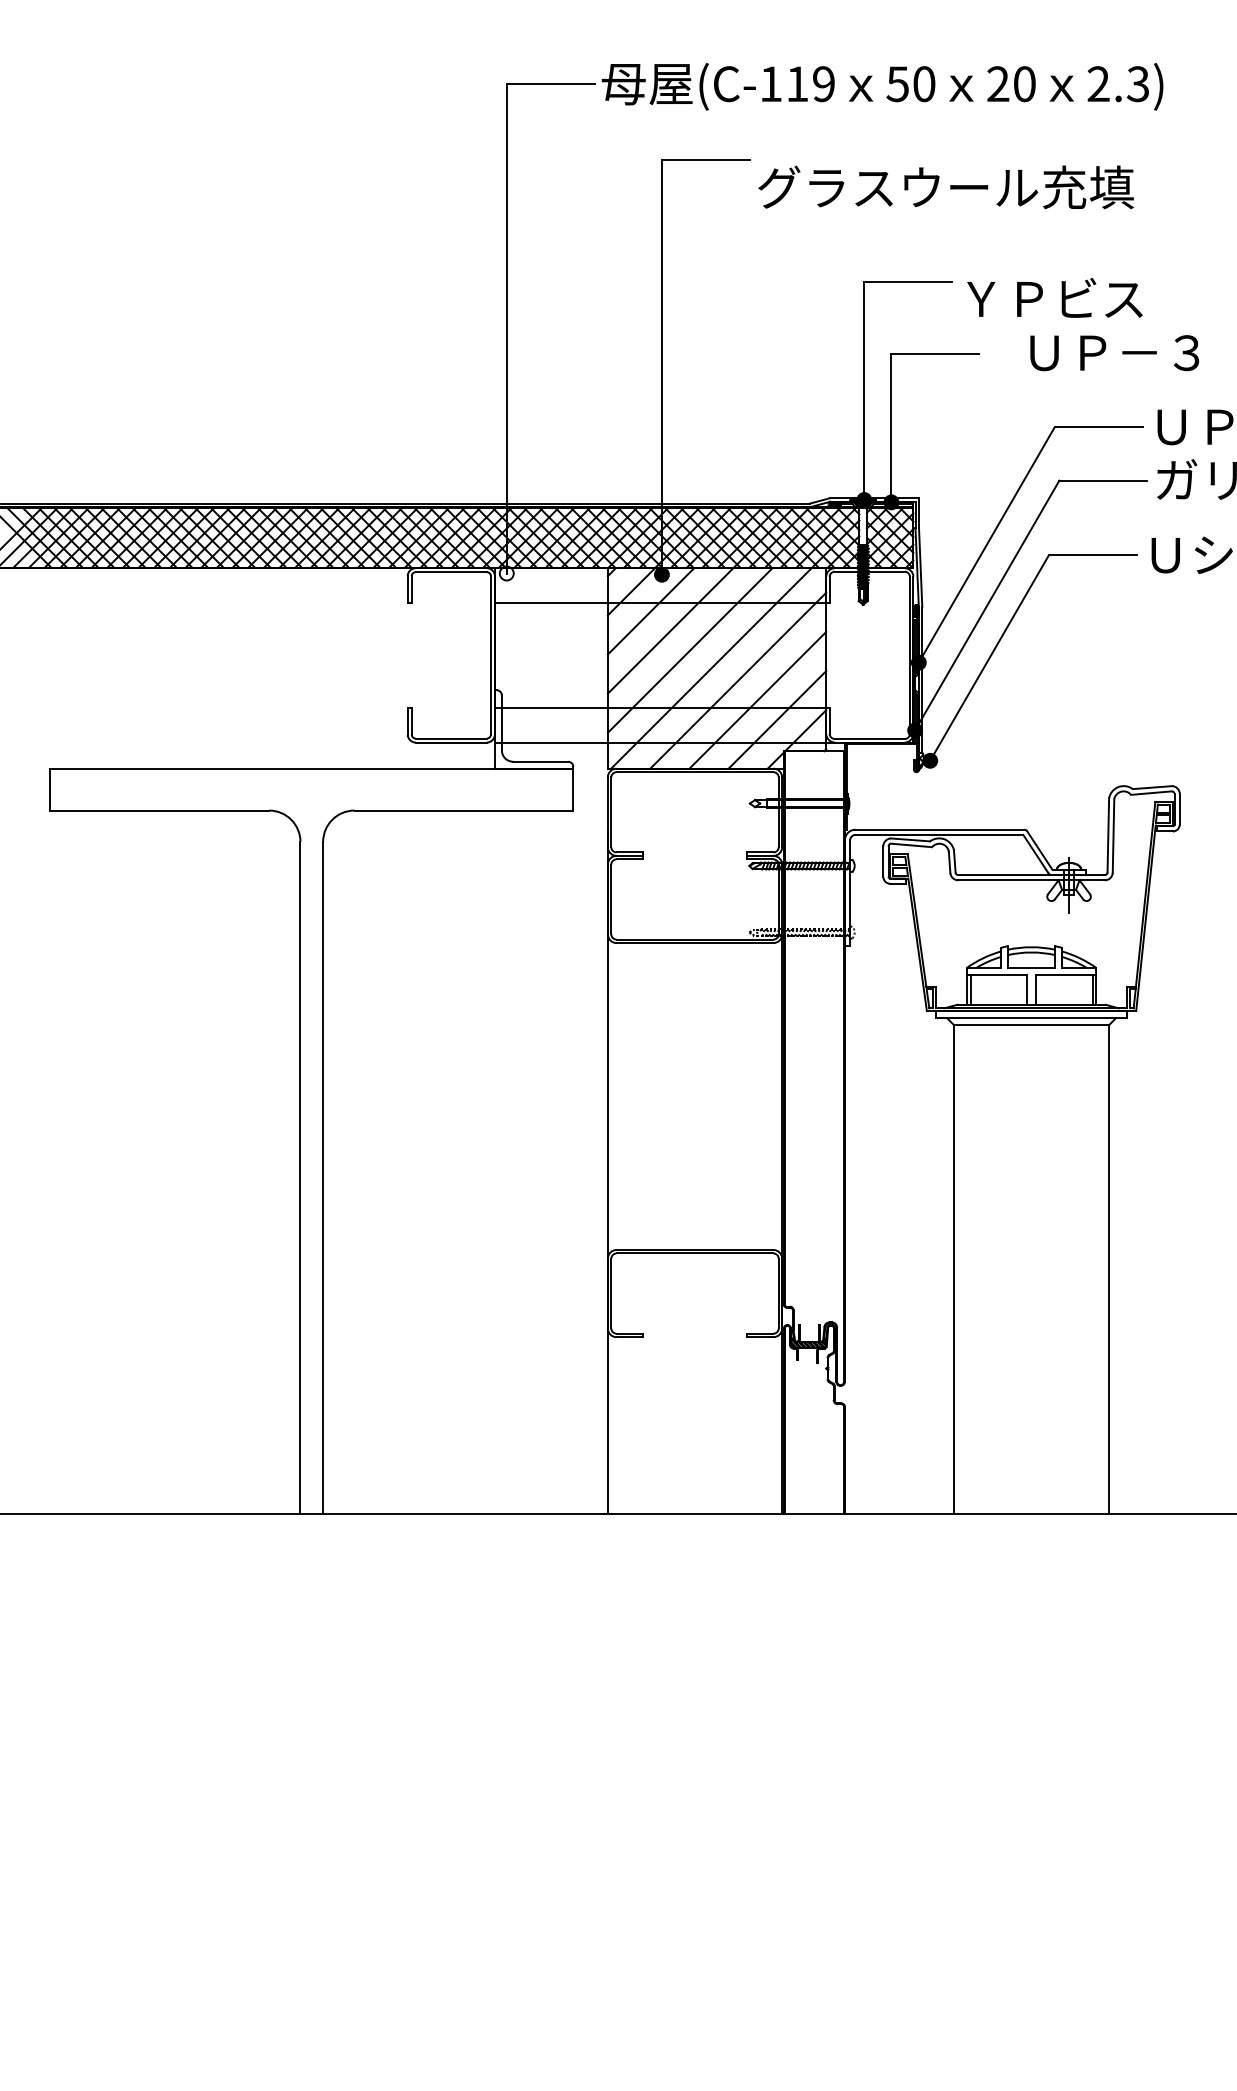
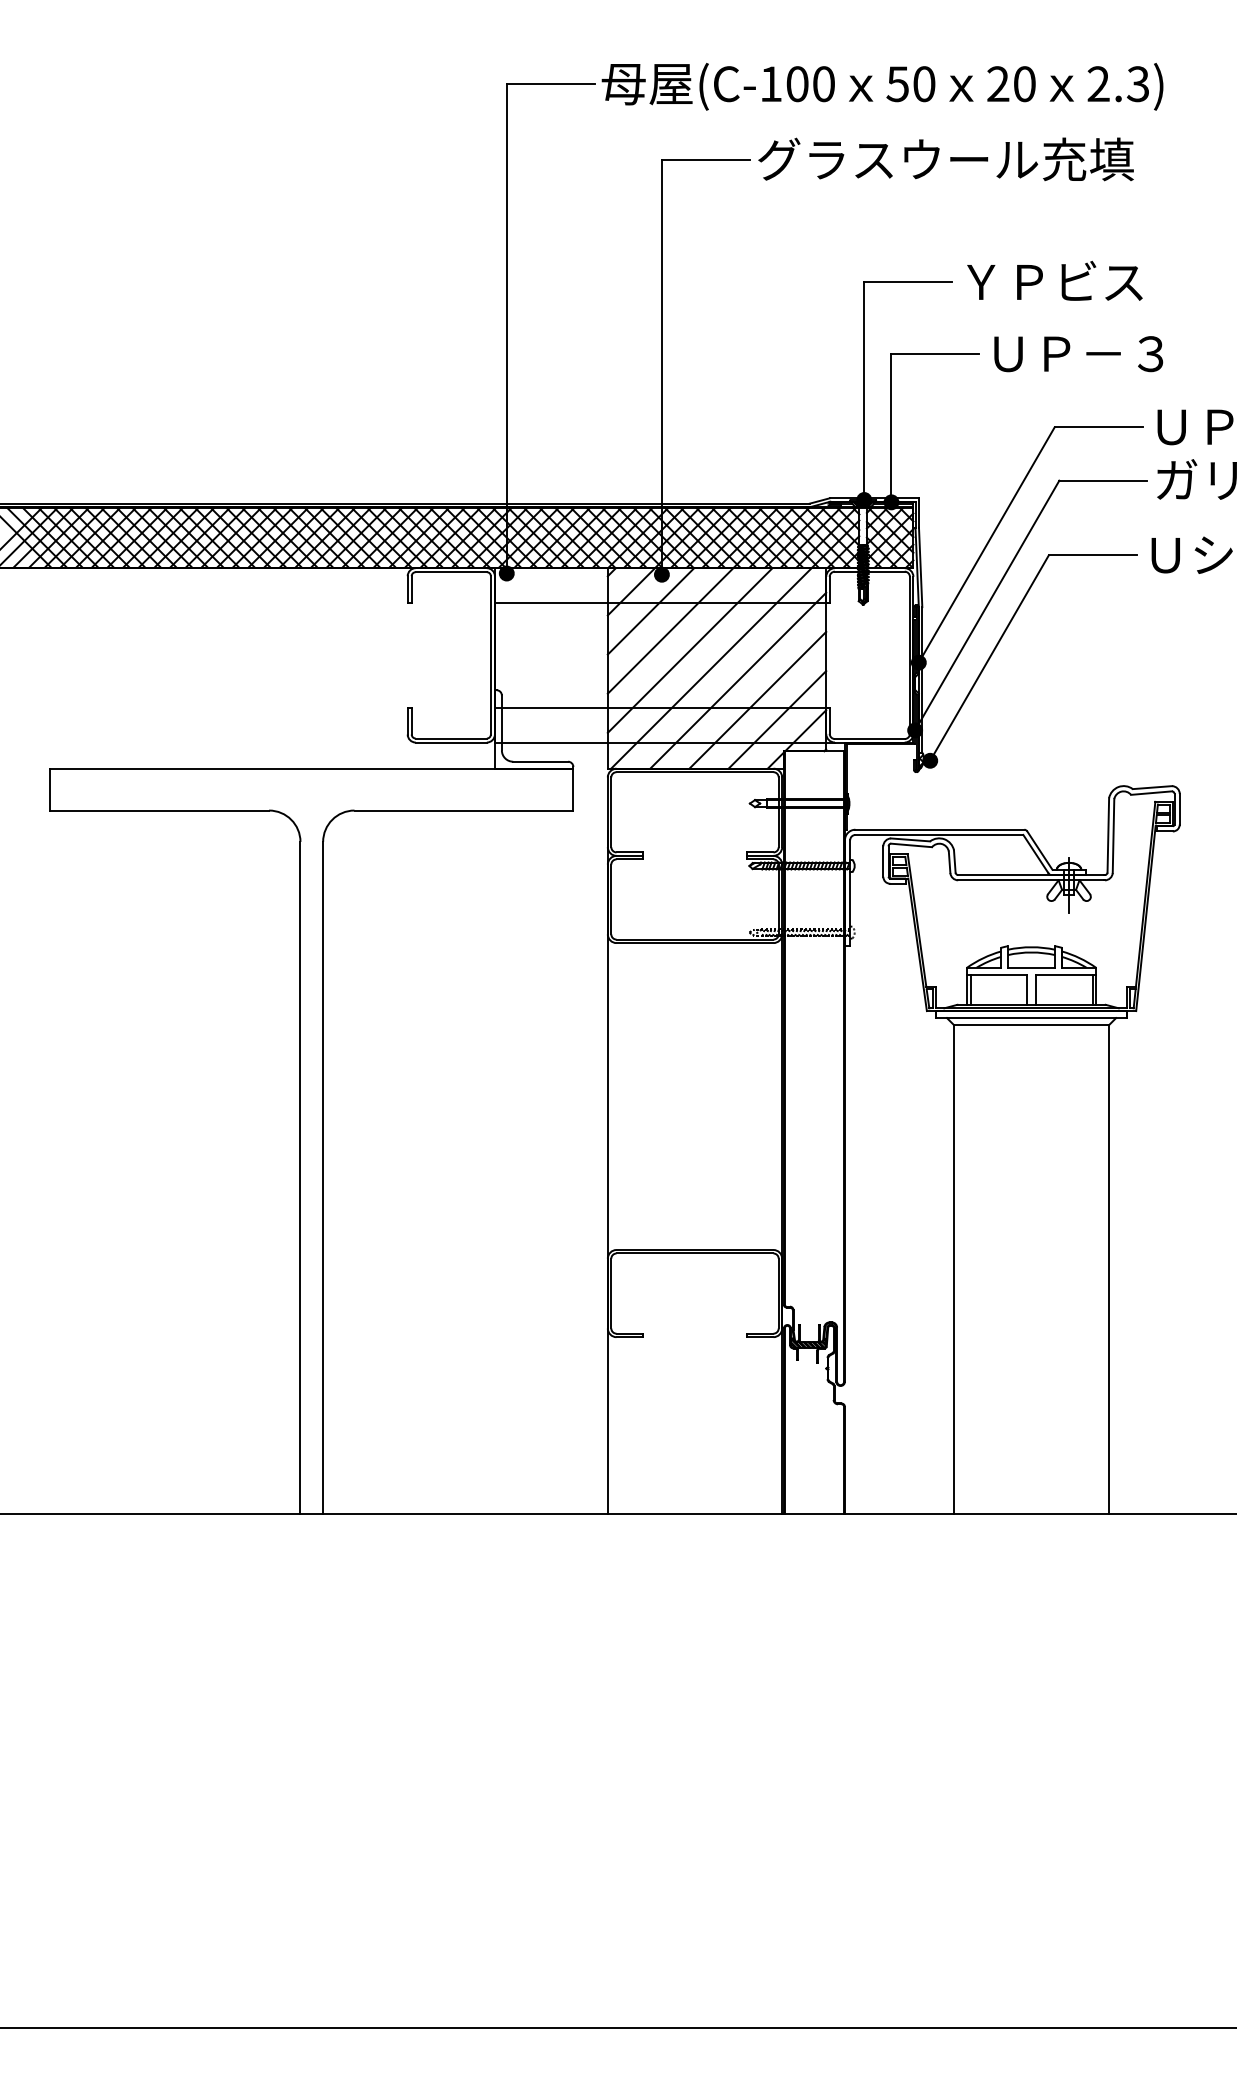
text at (810, 84): (C-119 -> (C-100
text at (945, 187) position: (945, 187) -> (945, 159)
text at (1054, 297) position: (1054, 297) -> (1054, 280)
text at (1114, 353) position: (1114, 353) -> (1078, 354)
fill at (506, 573): none -> present
line at (617, 2028): none -> present
